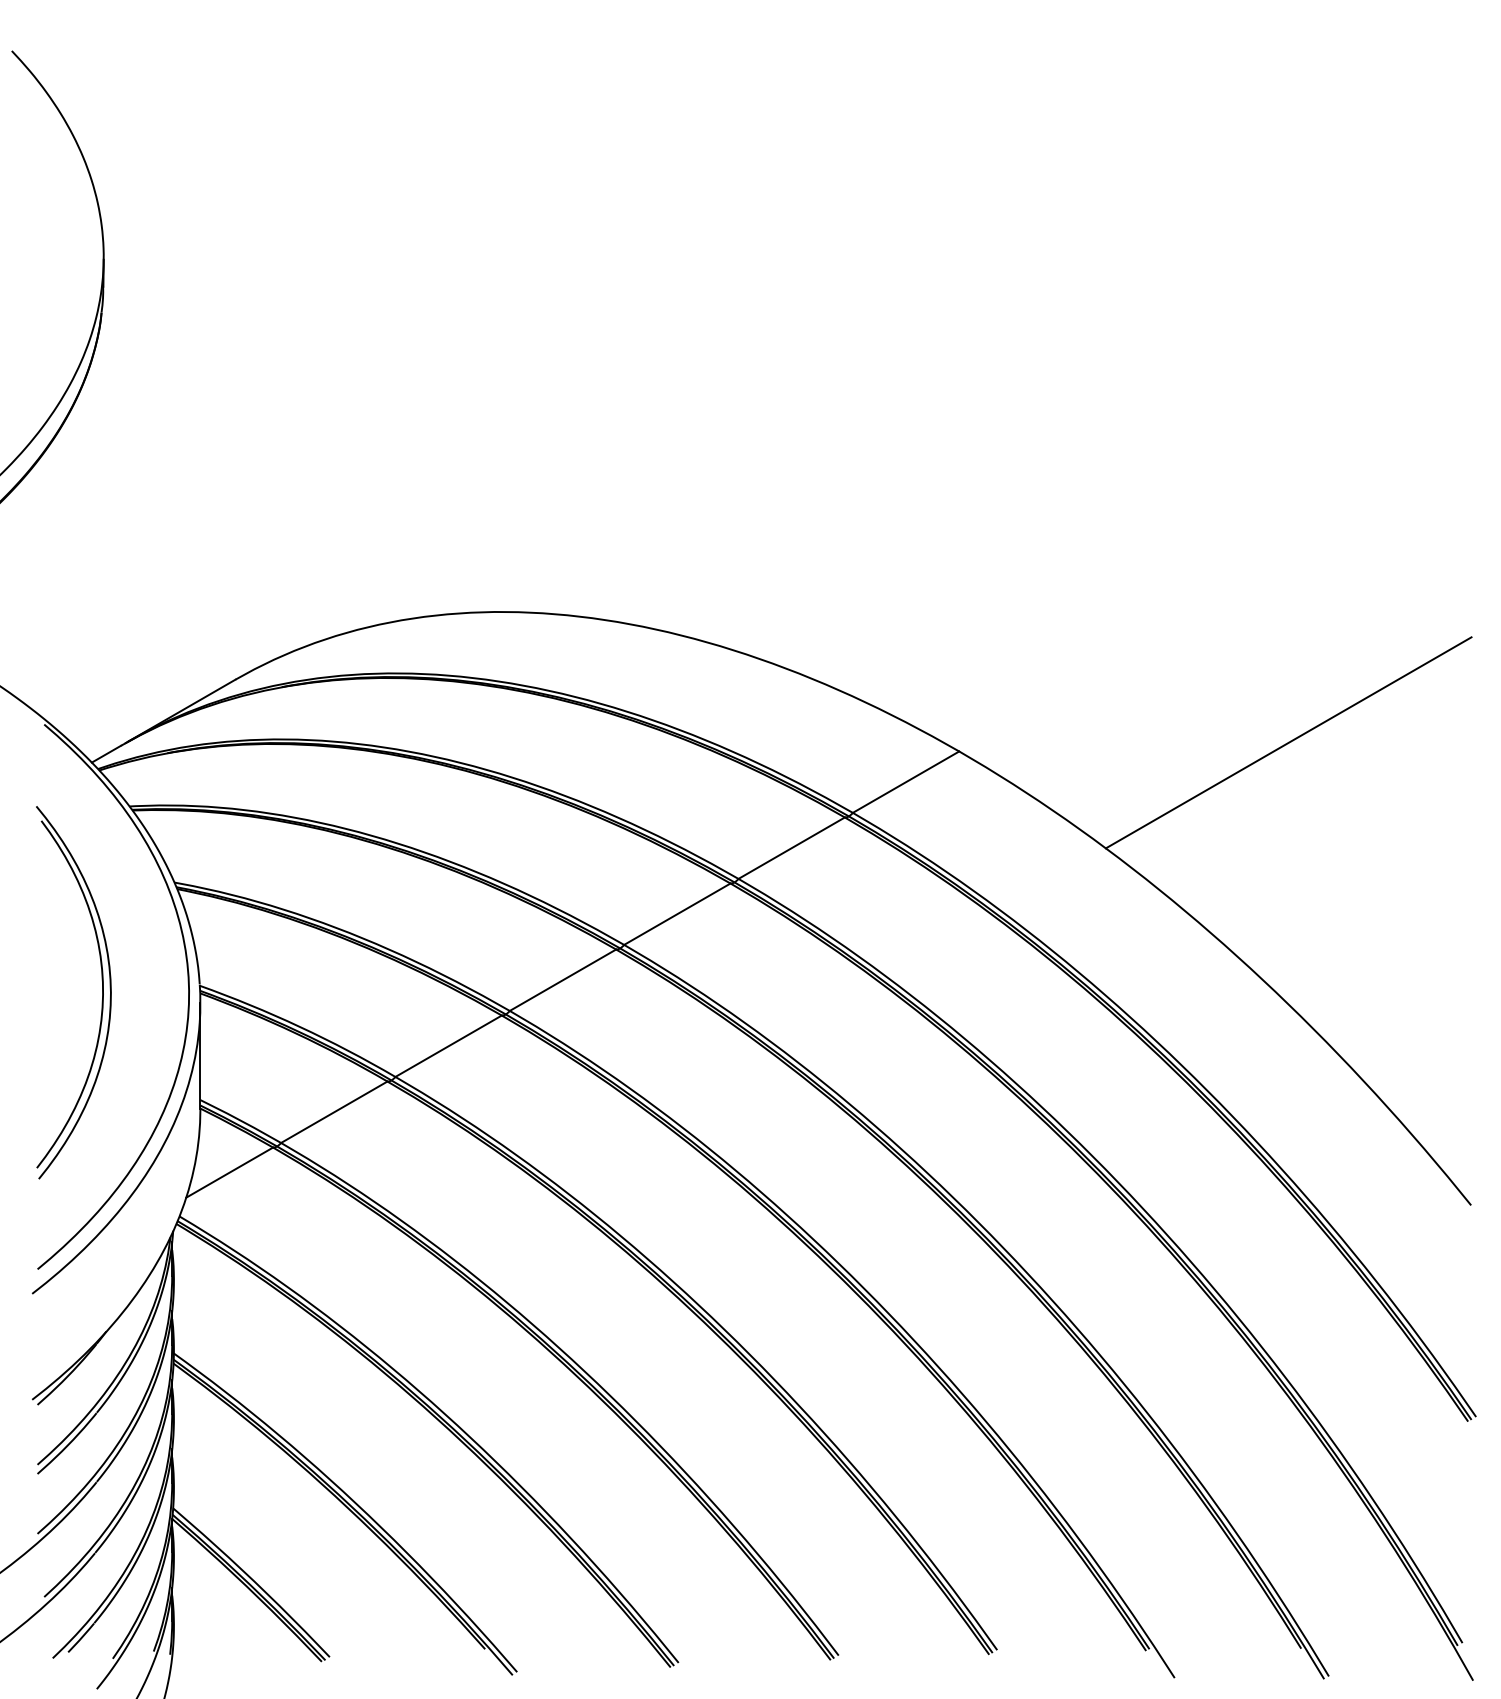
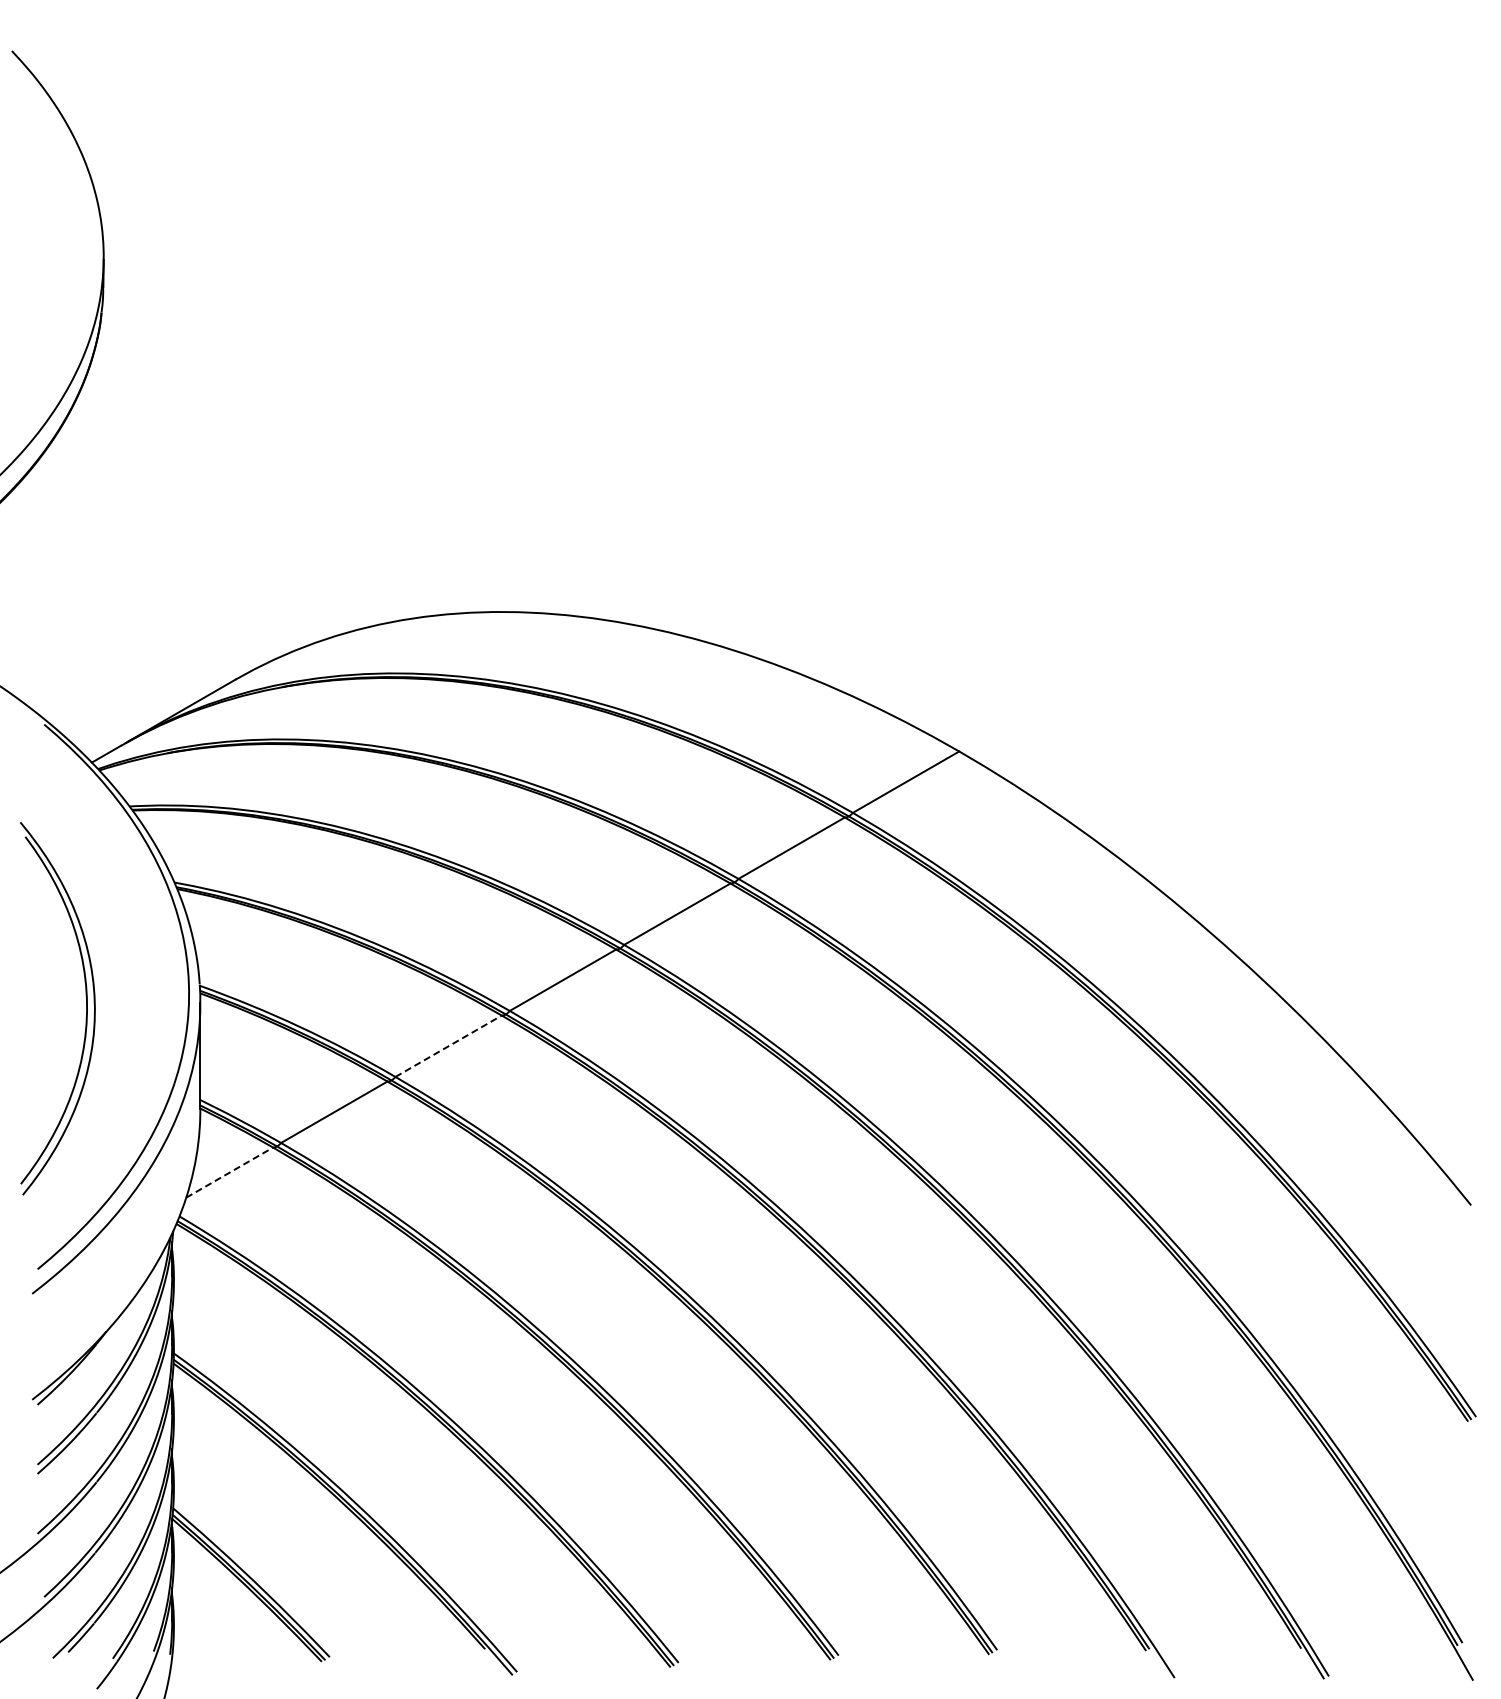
line at (1288, 742): present -> none
part at (102, 992) position: (102, 992) -> (86, 1008)
line at (449, 1046): solid -> dashed
line at (230, 1172): solid -> dashed
